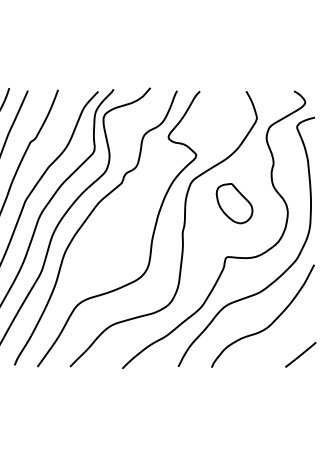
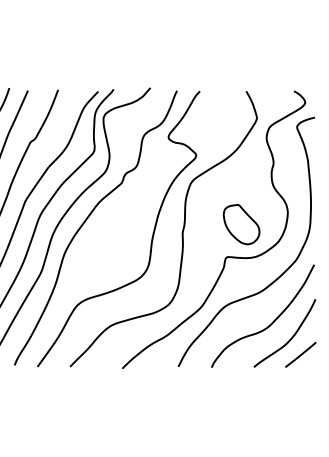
part at (234, 203) position: (234, 203) -> (241, 224)
curve at (290, 338): none -> present
